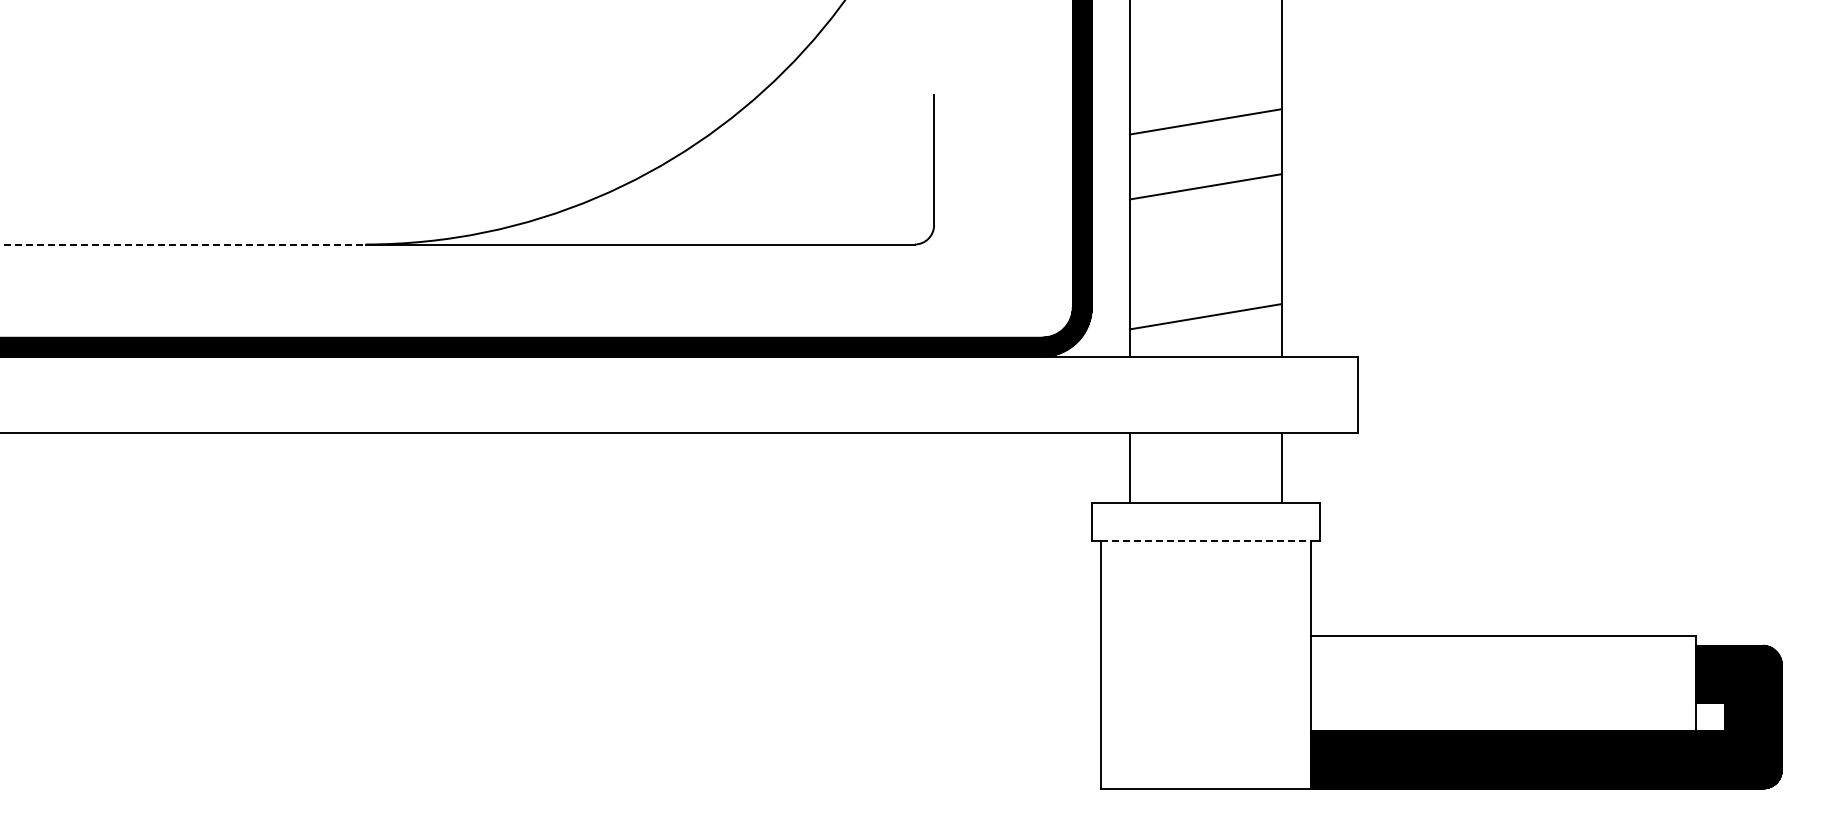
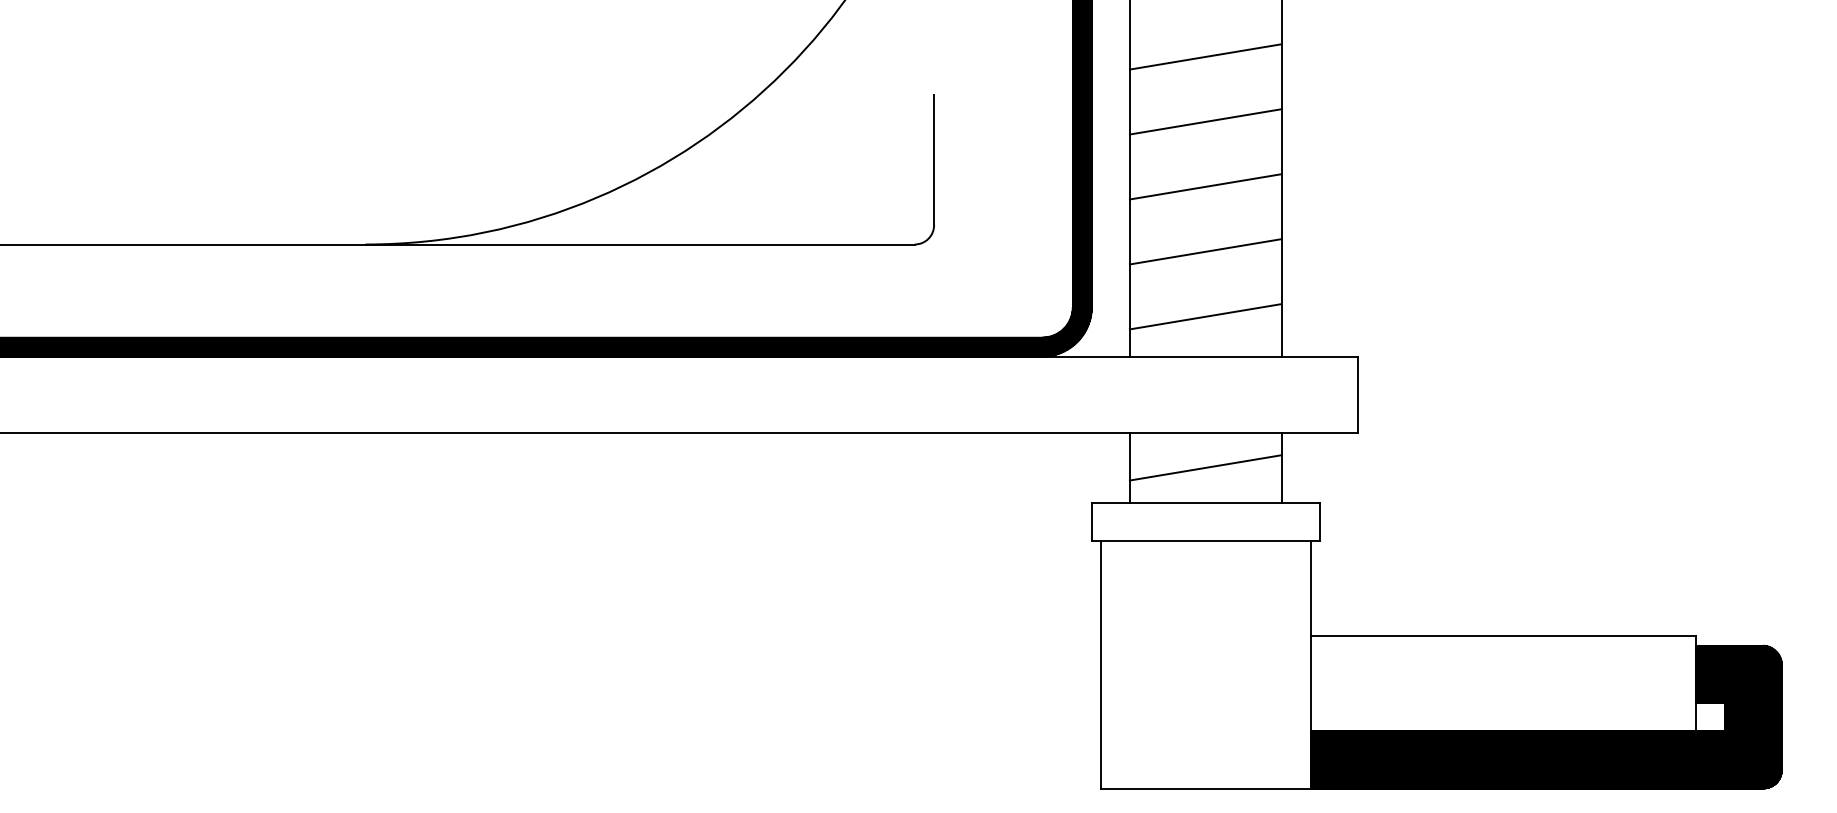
line at (1205, 56): none -> present
line at (183, 244): dashed -> solid
line at (1205, 251): none -> present
line at (1205, 467): none -> present
line at (1206, 541): dashed -> solid
